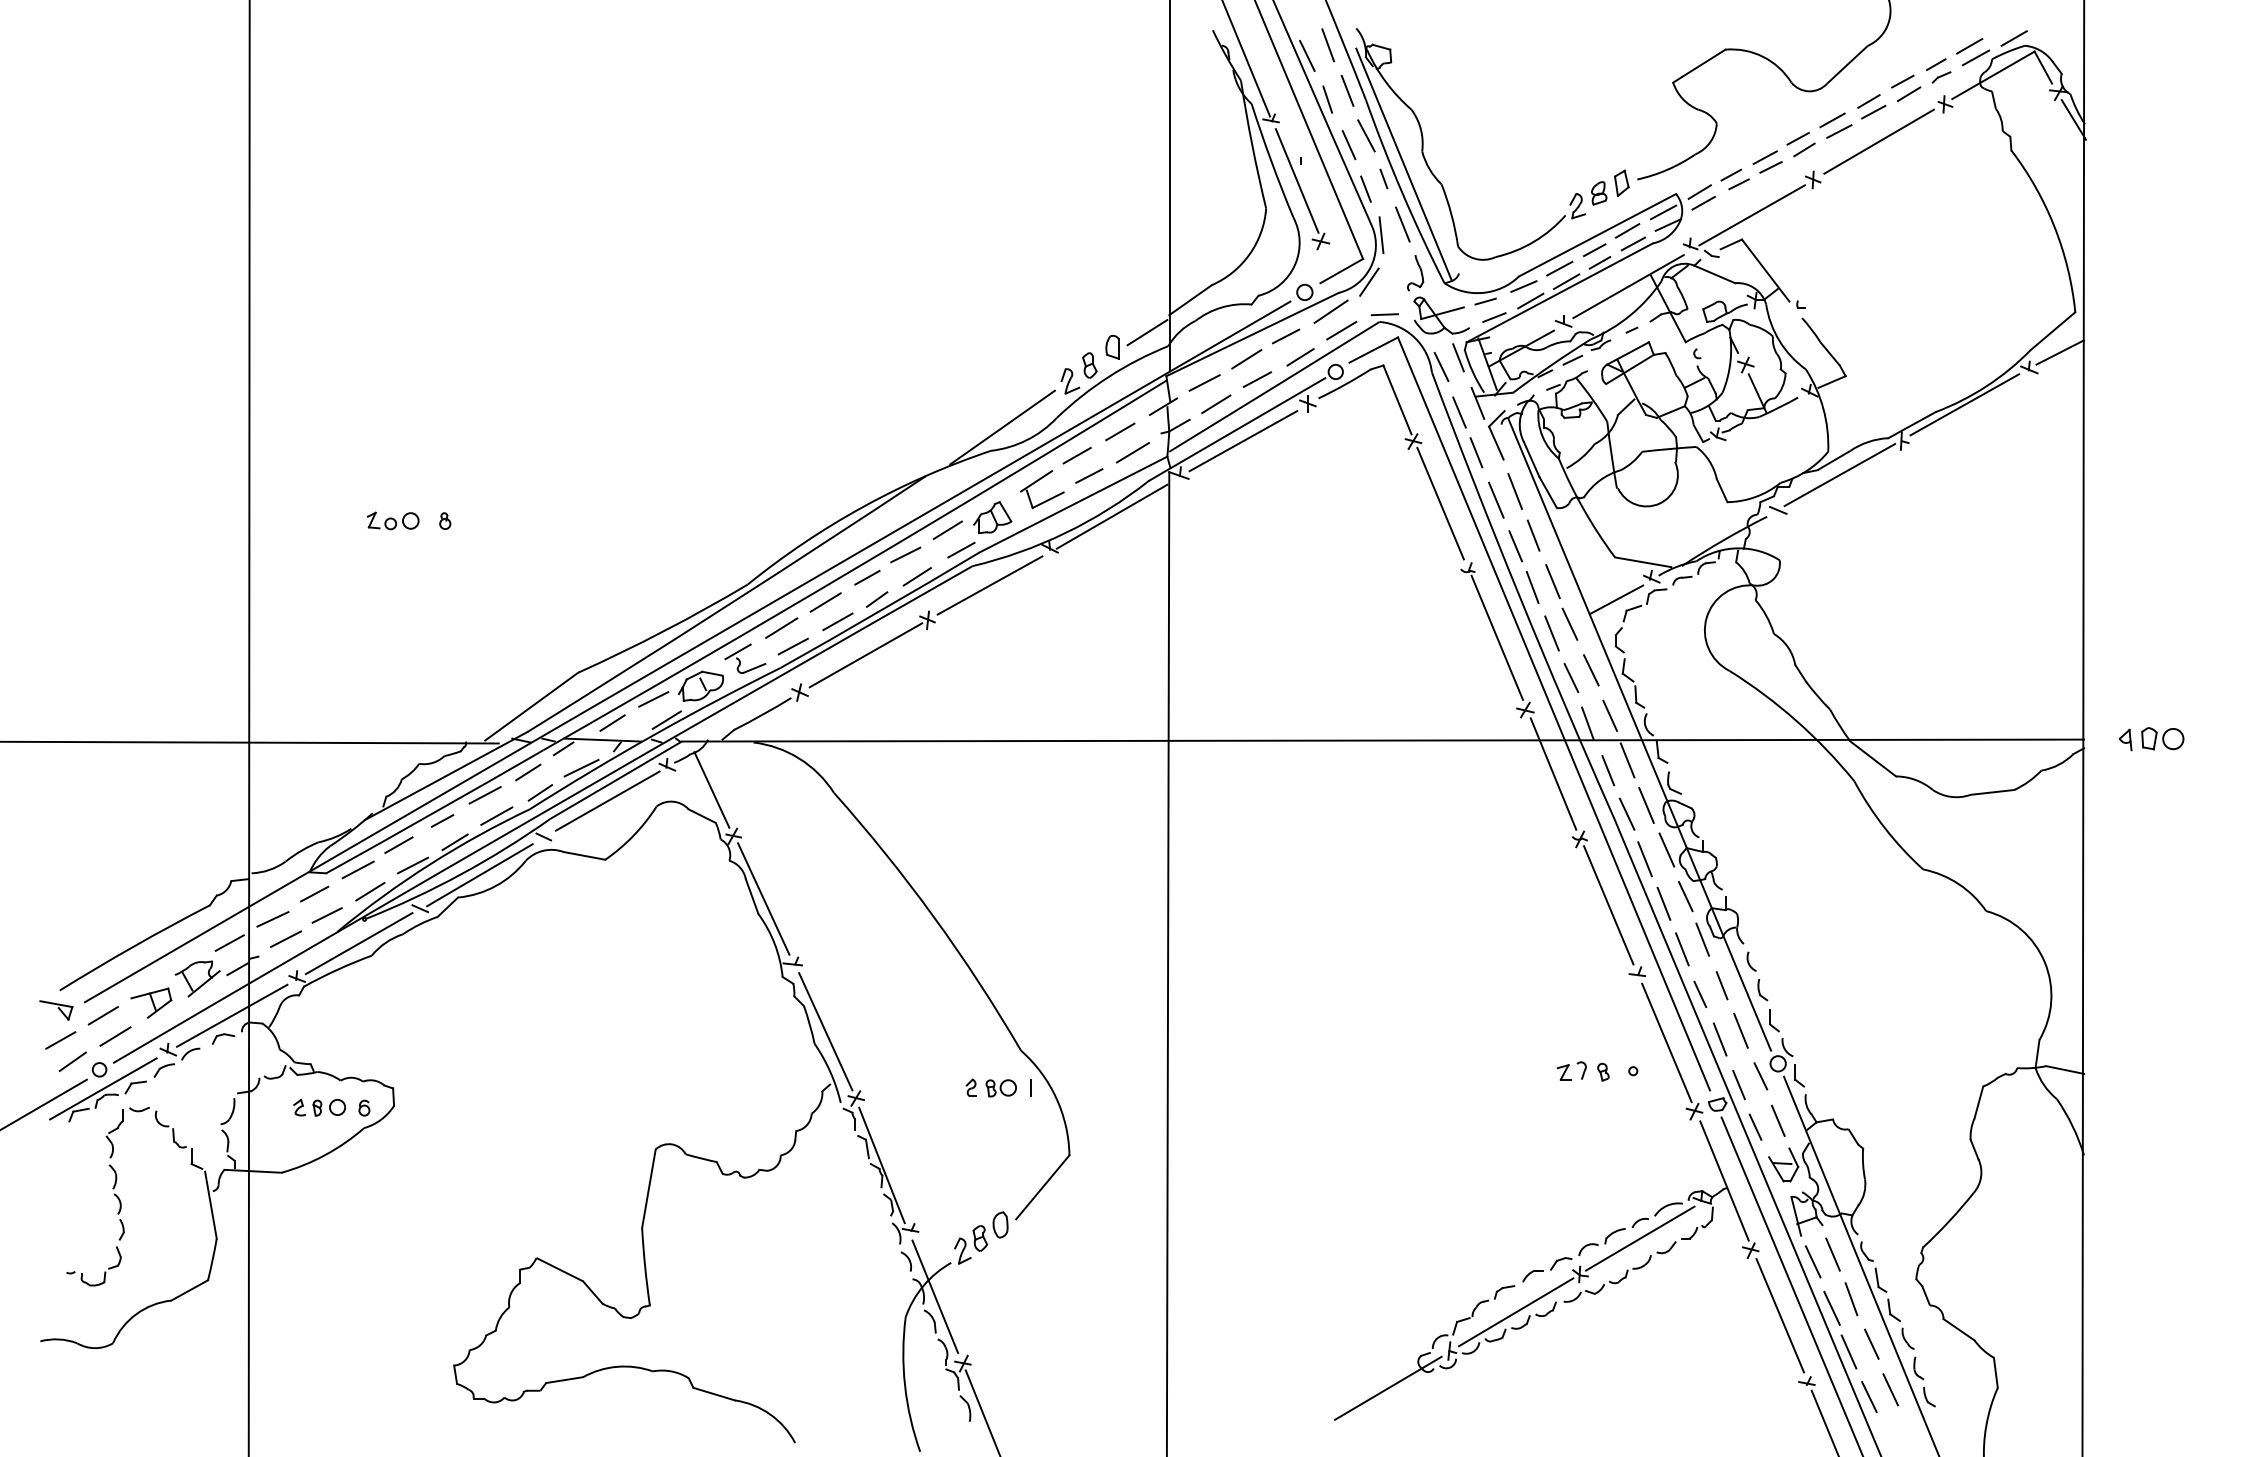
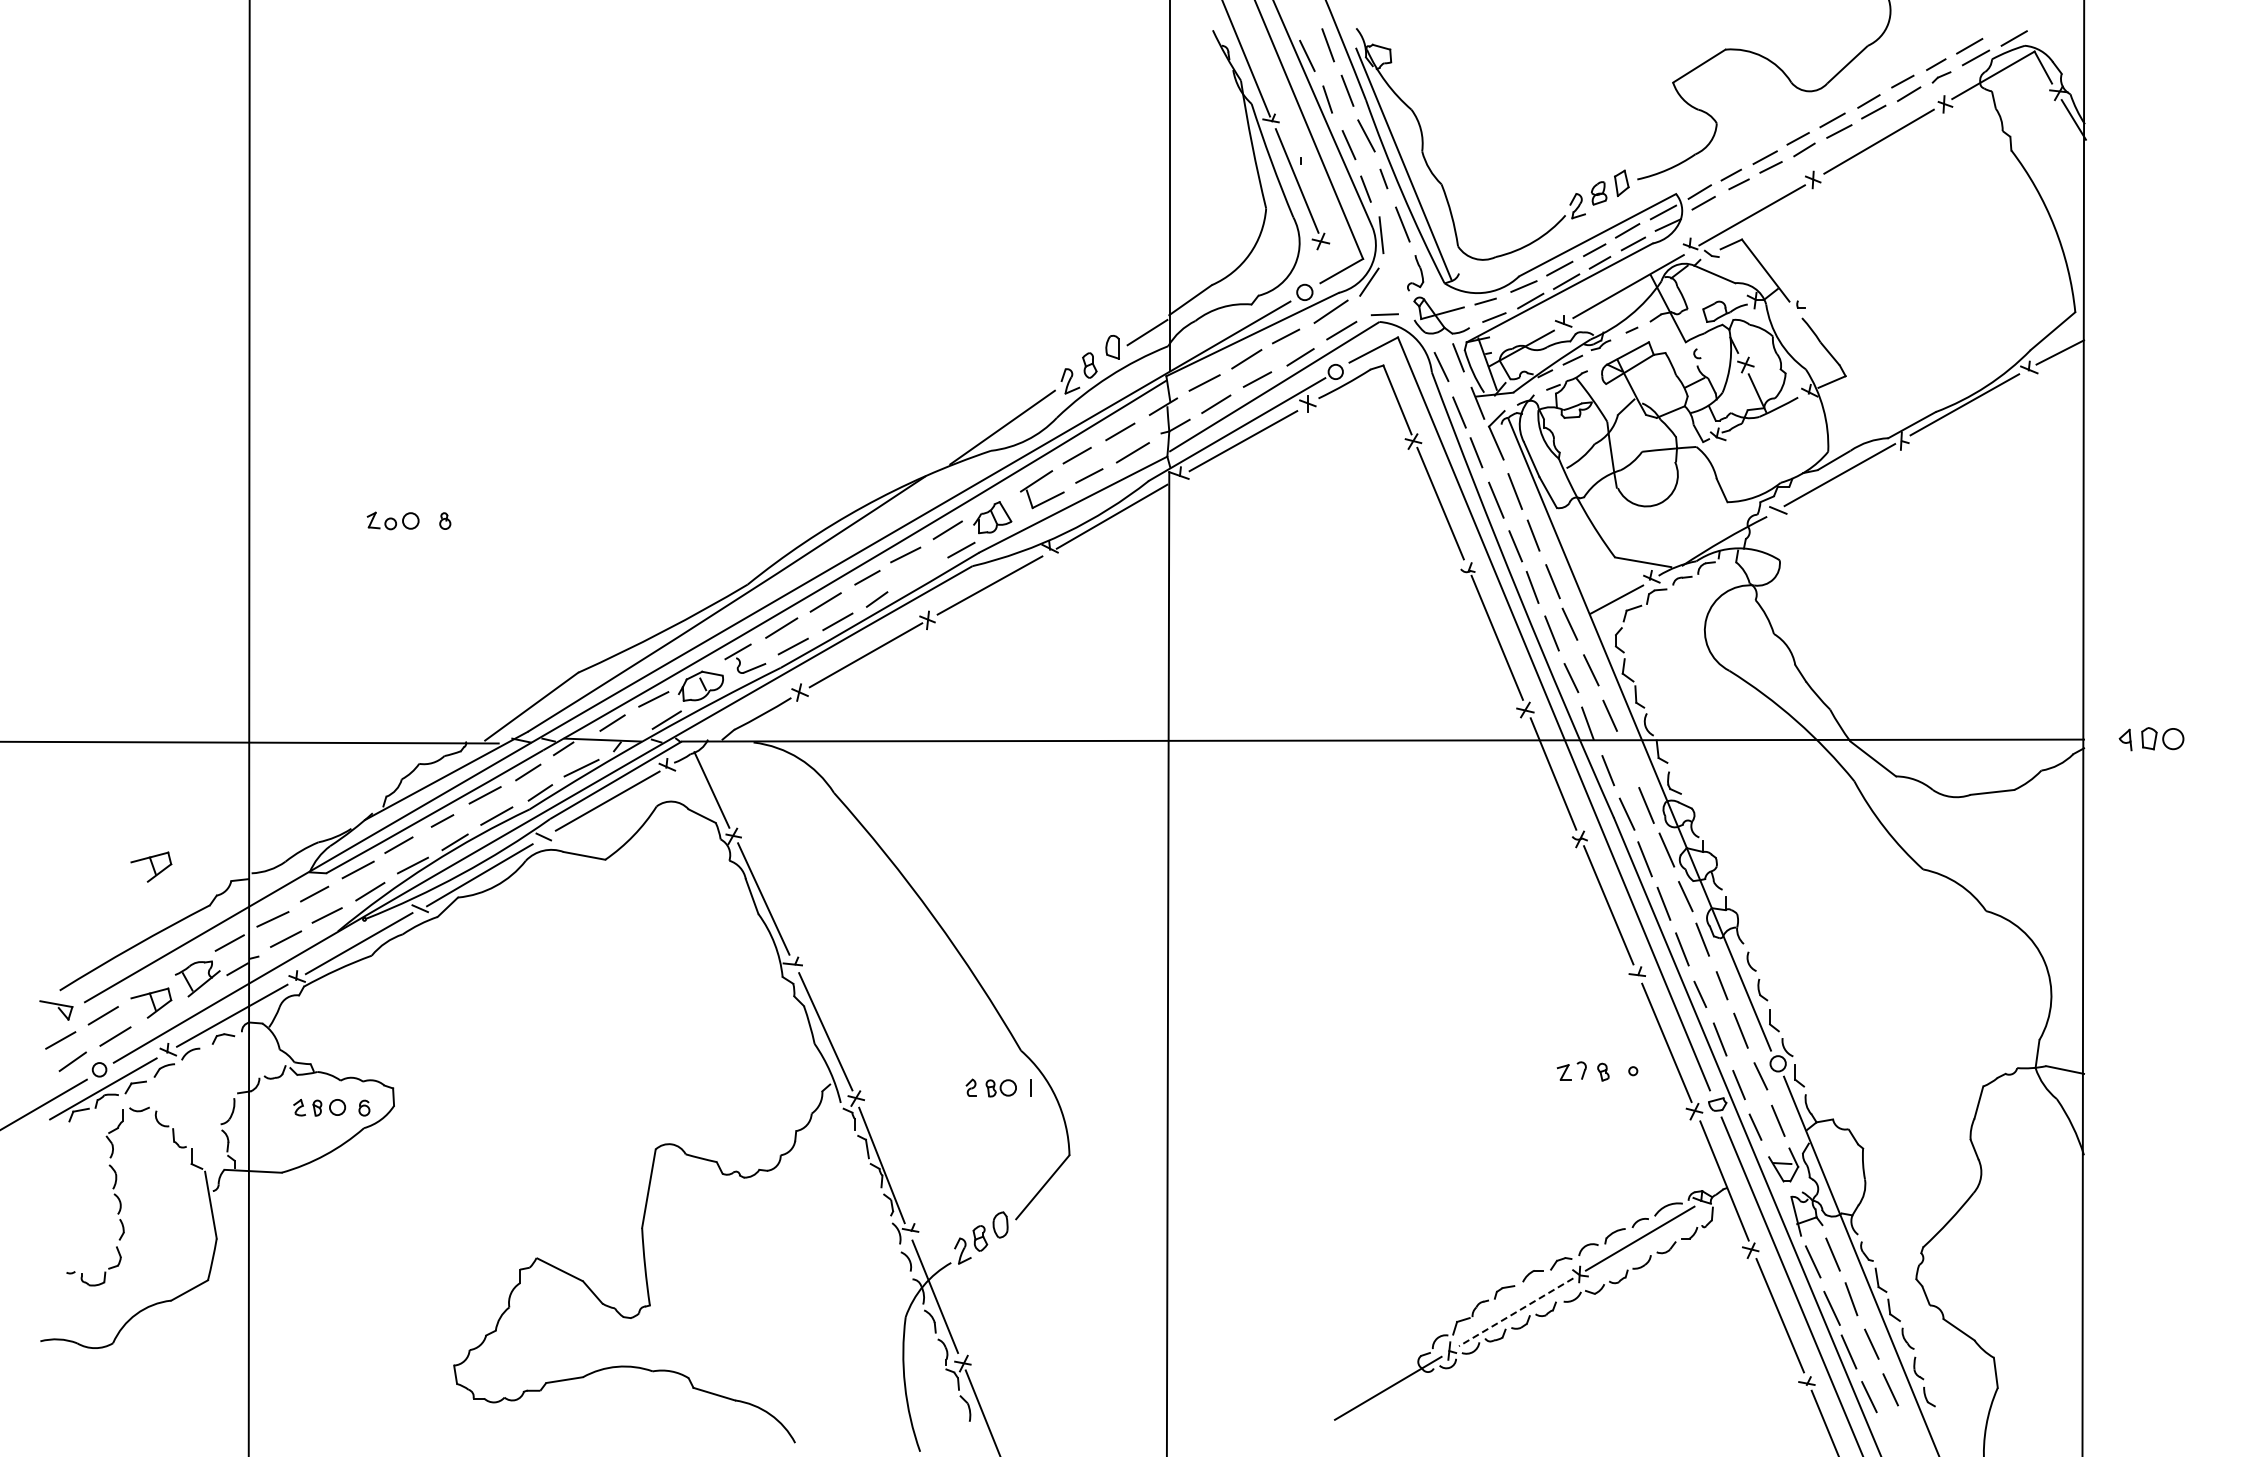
line at (916, 576): present -> none
line at (1627, 760): present -> none
part at (151, 866): none -> present
line at (1515, 1312): solid -> dashed
